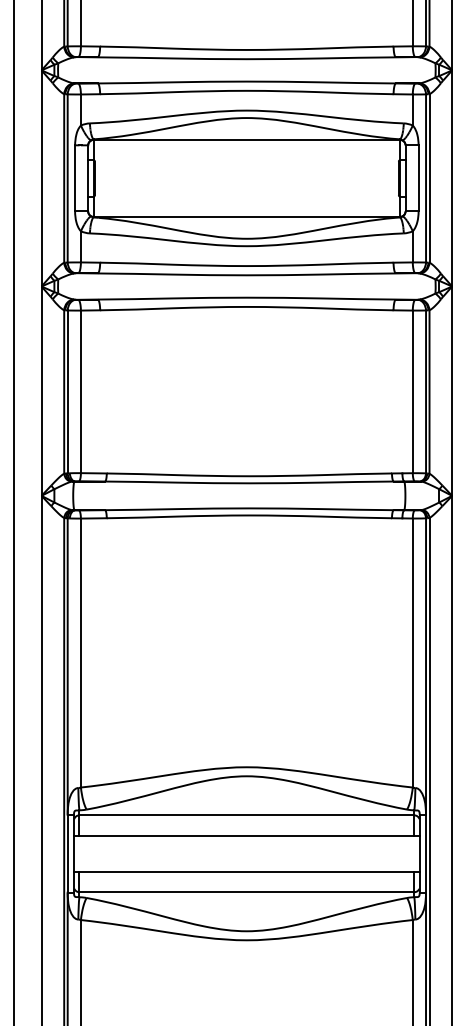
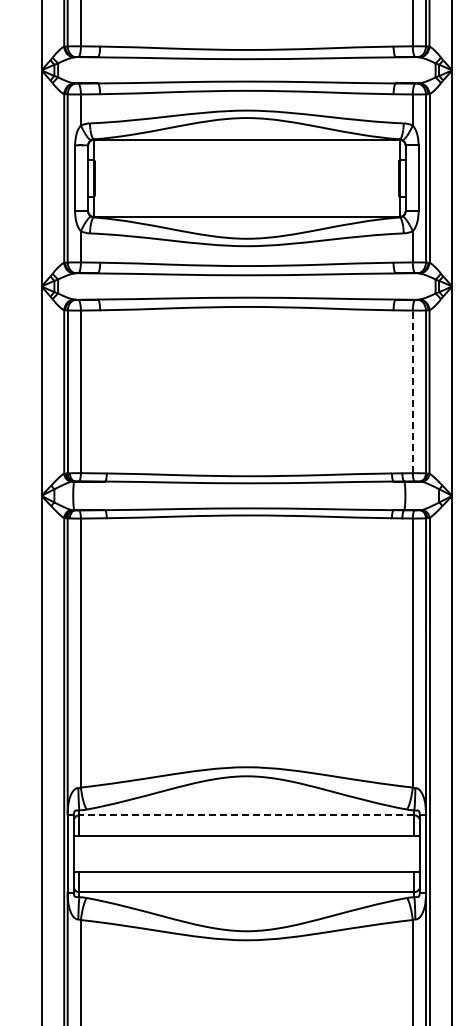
line at (412, 391): solid -> dashed
line at (13, 512): present -> none
line at (246, 815): solid -> dashed
